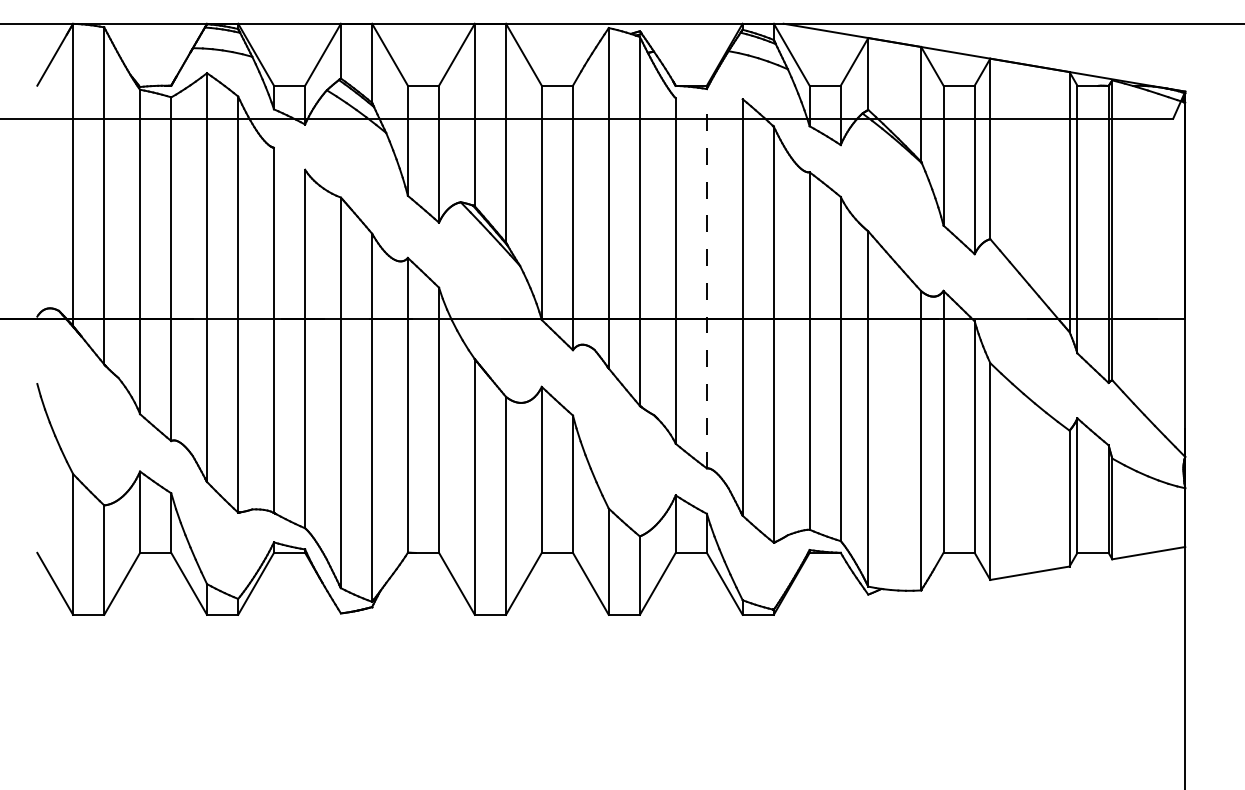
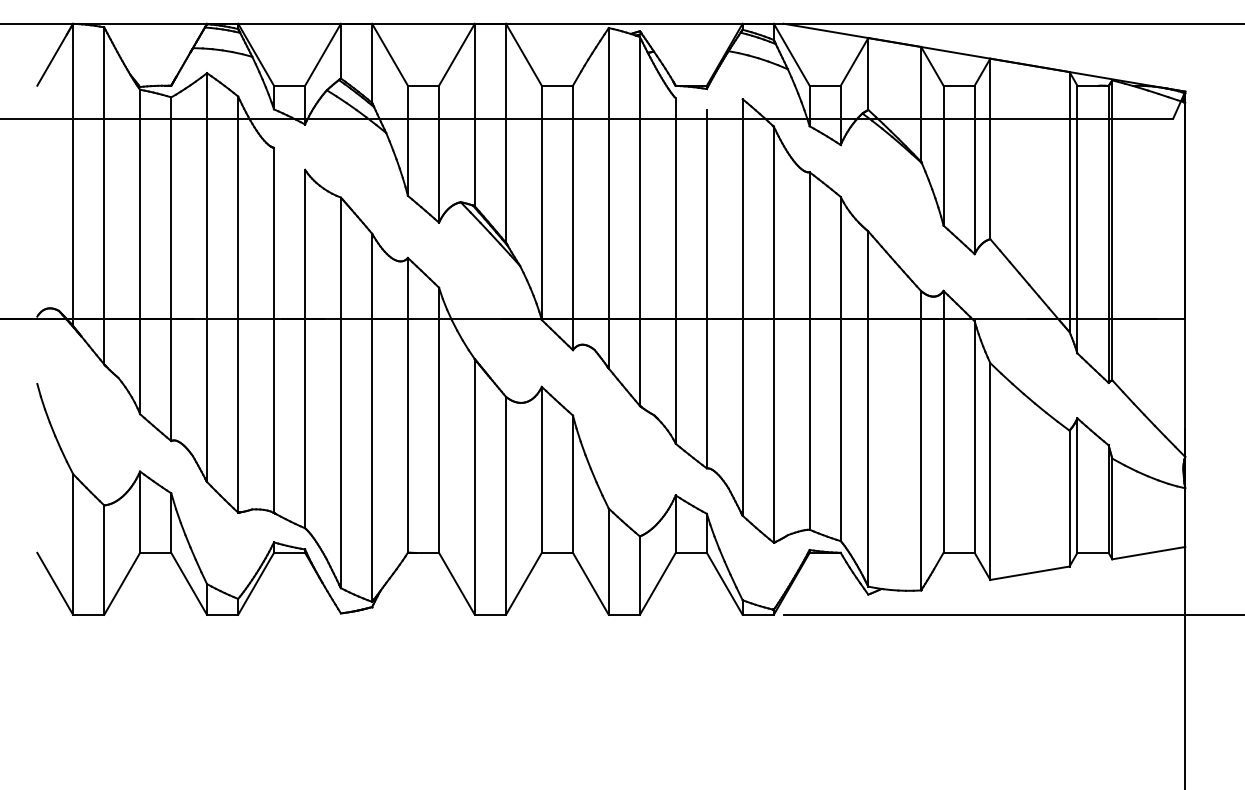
line at (706, 288): dashed -> solid
line at (1012, 614): none -> present
